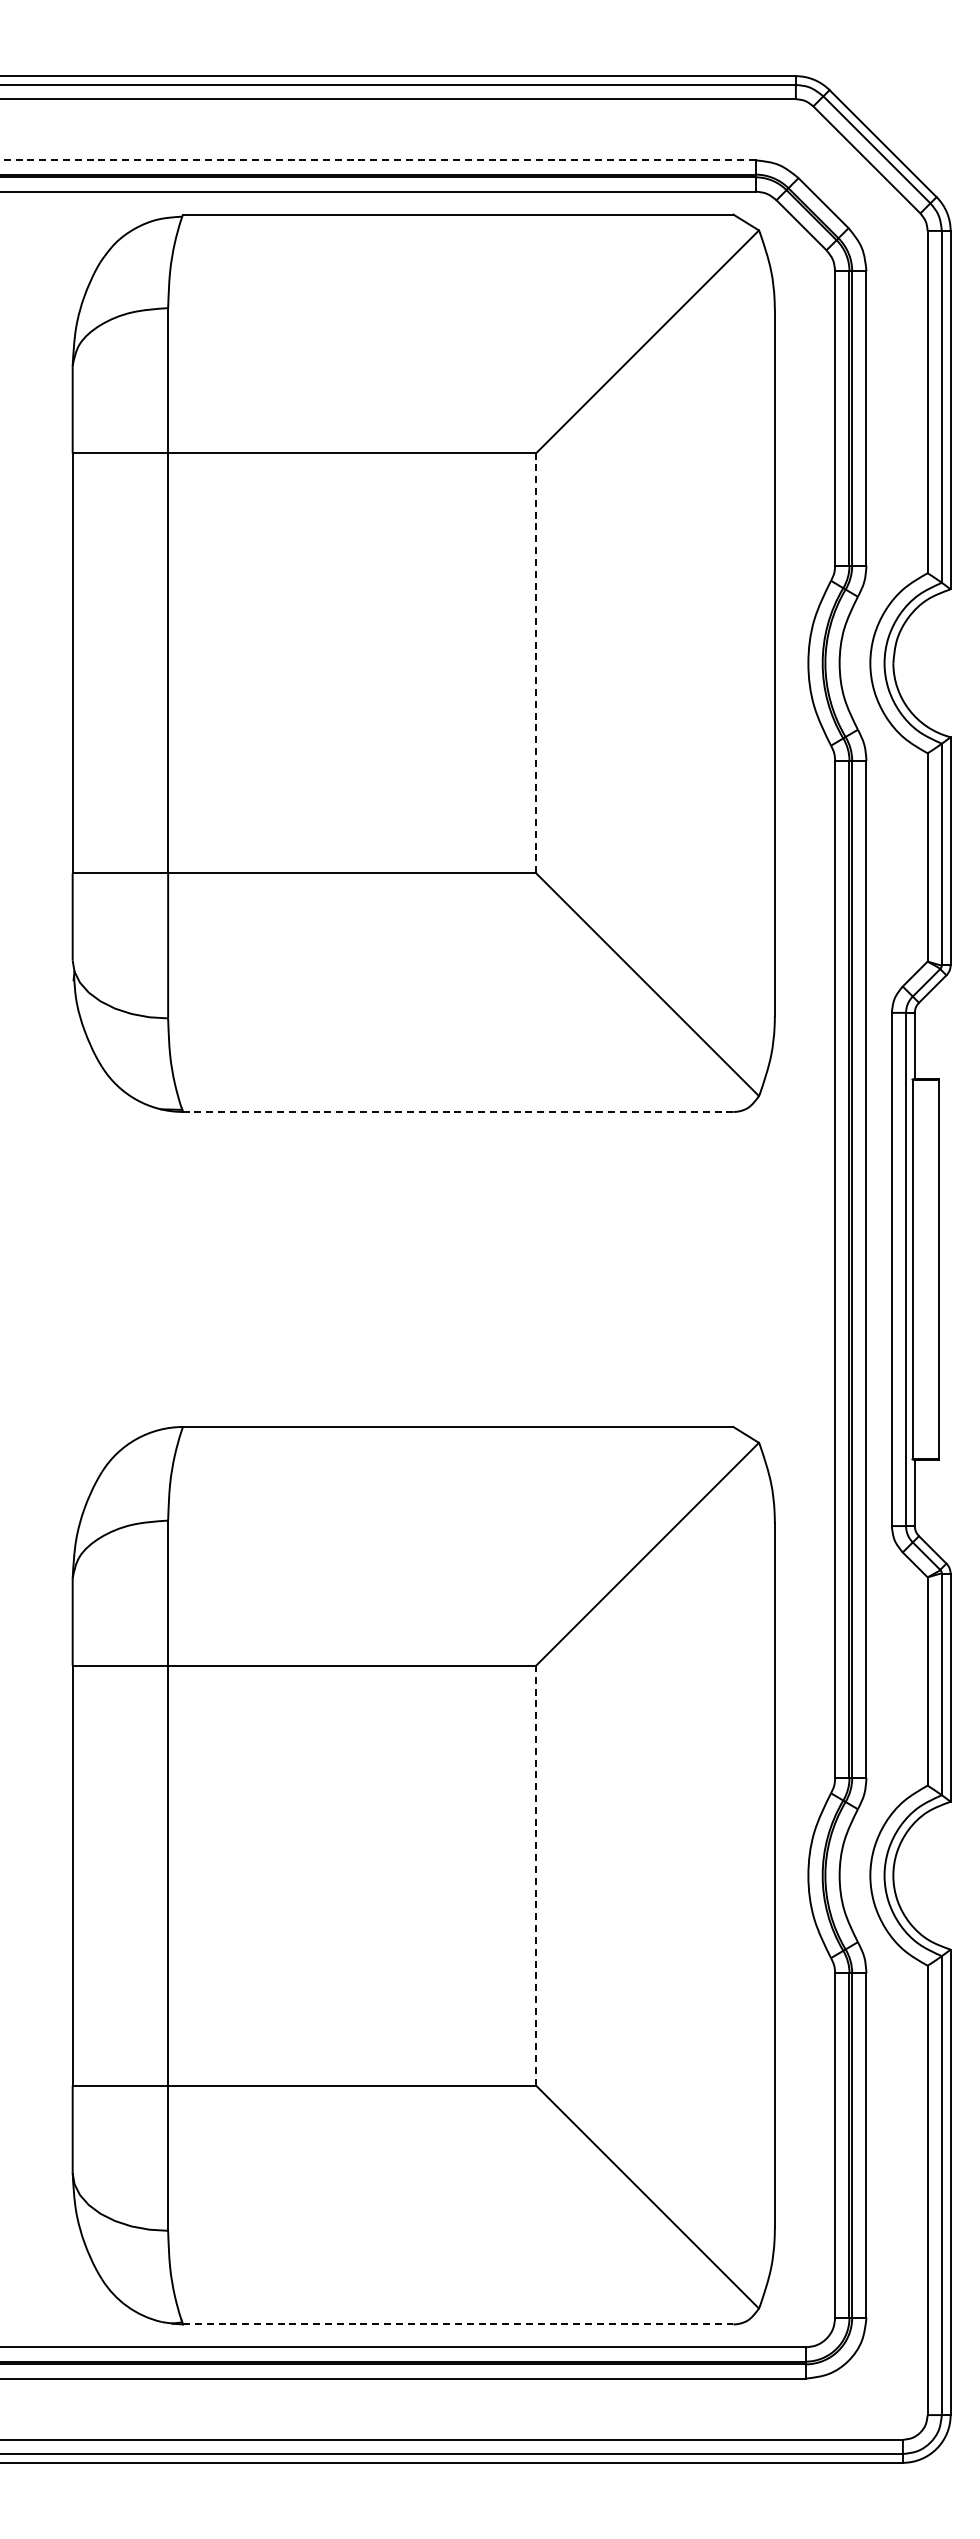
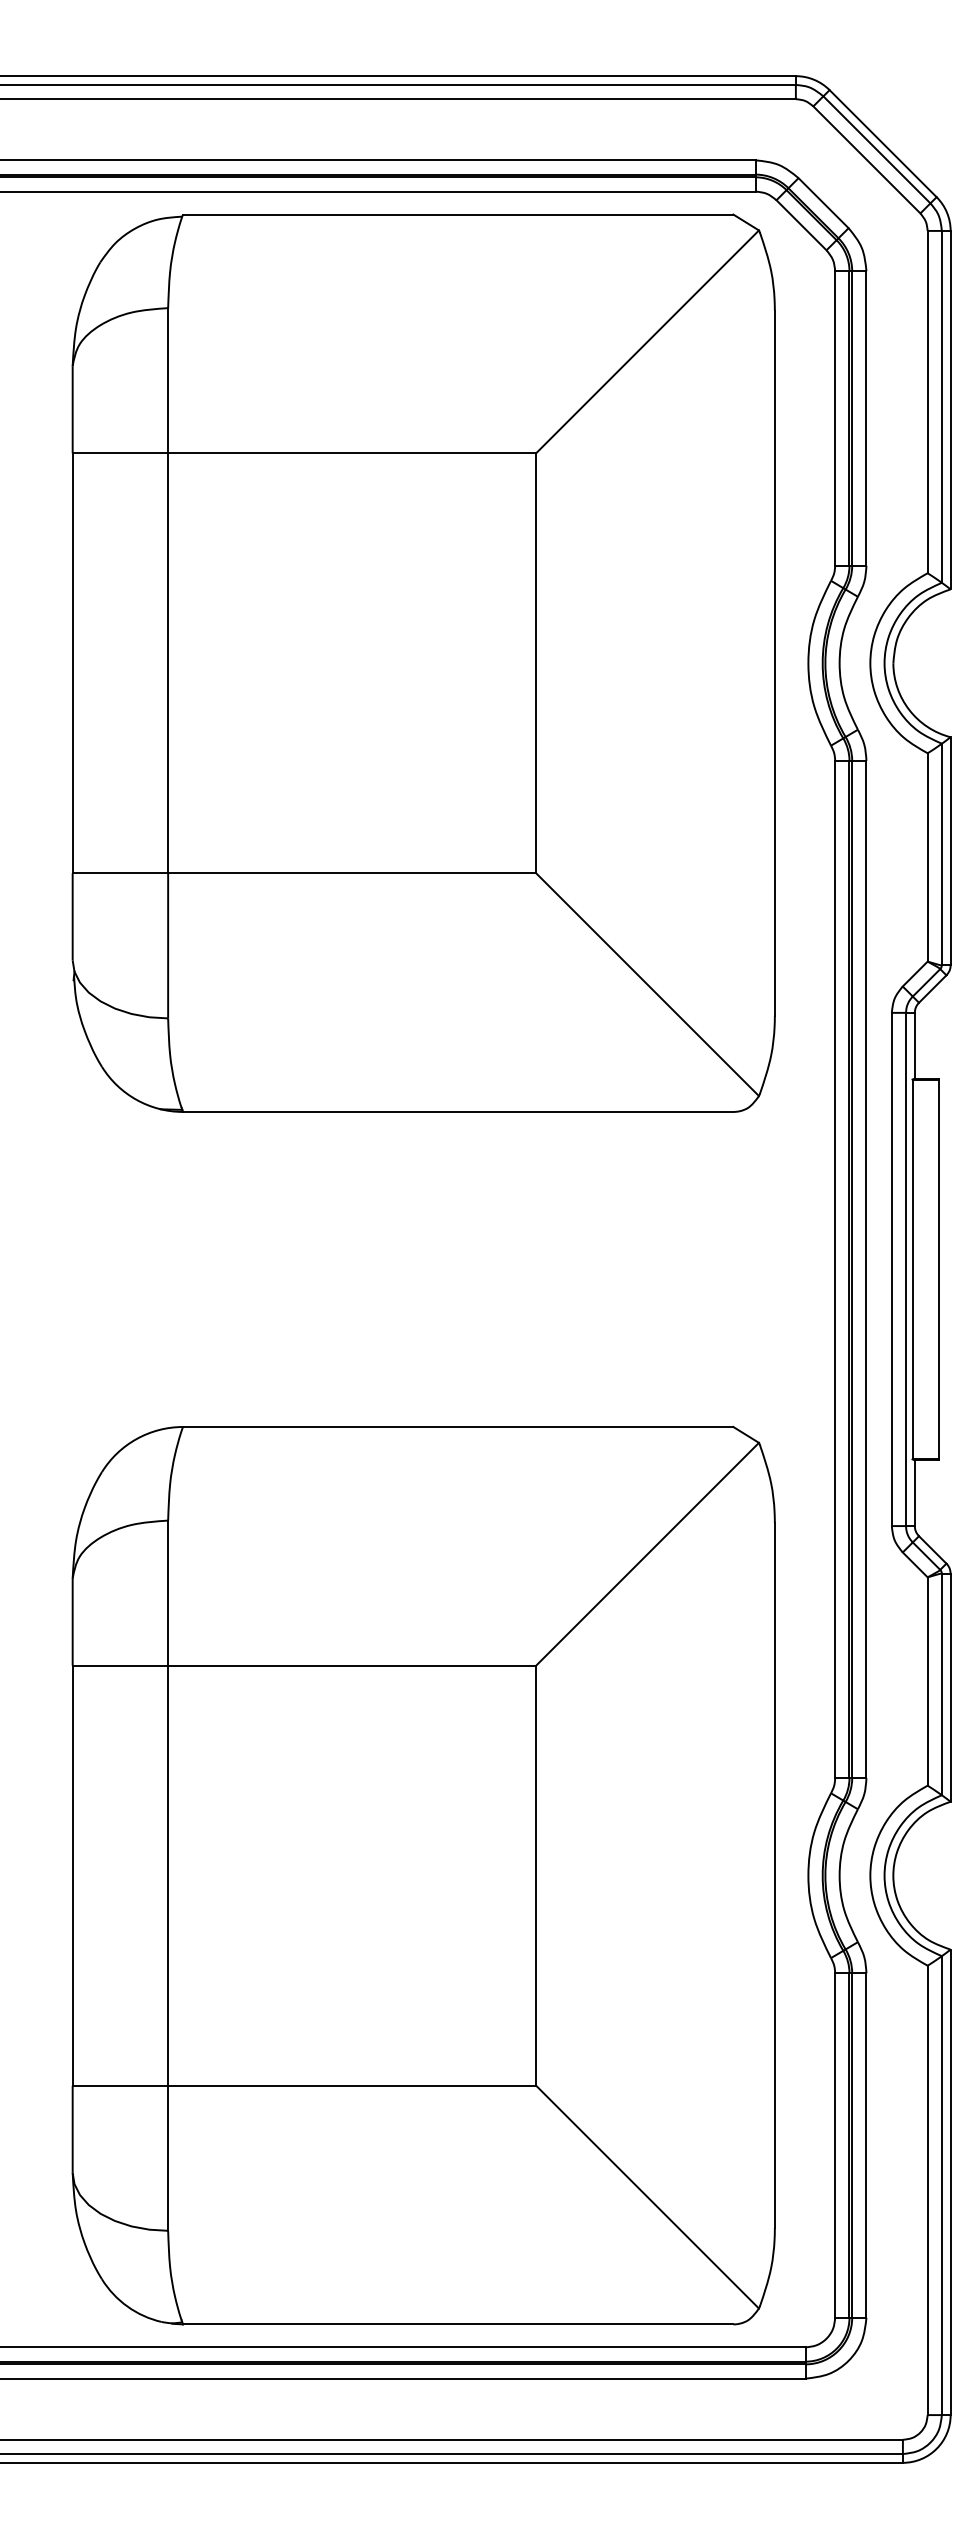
line at (377, 160): dashed -> solid
line at (536, 662): dashed -> solid
line at (457, 1111): dashed -> solid
line at (536, 1875): dashed -> solid
line at (458, 2324): dashed -> solid
